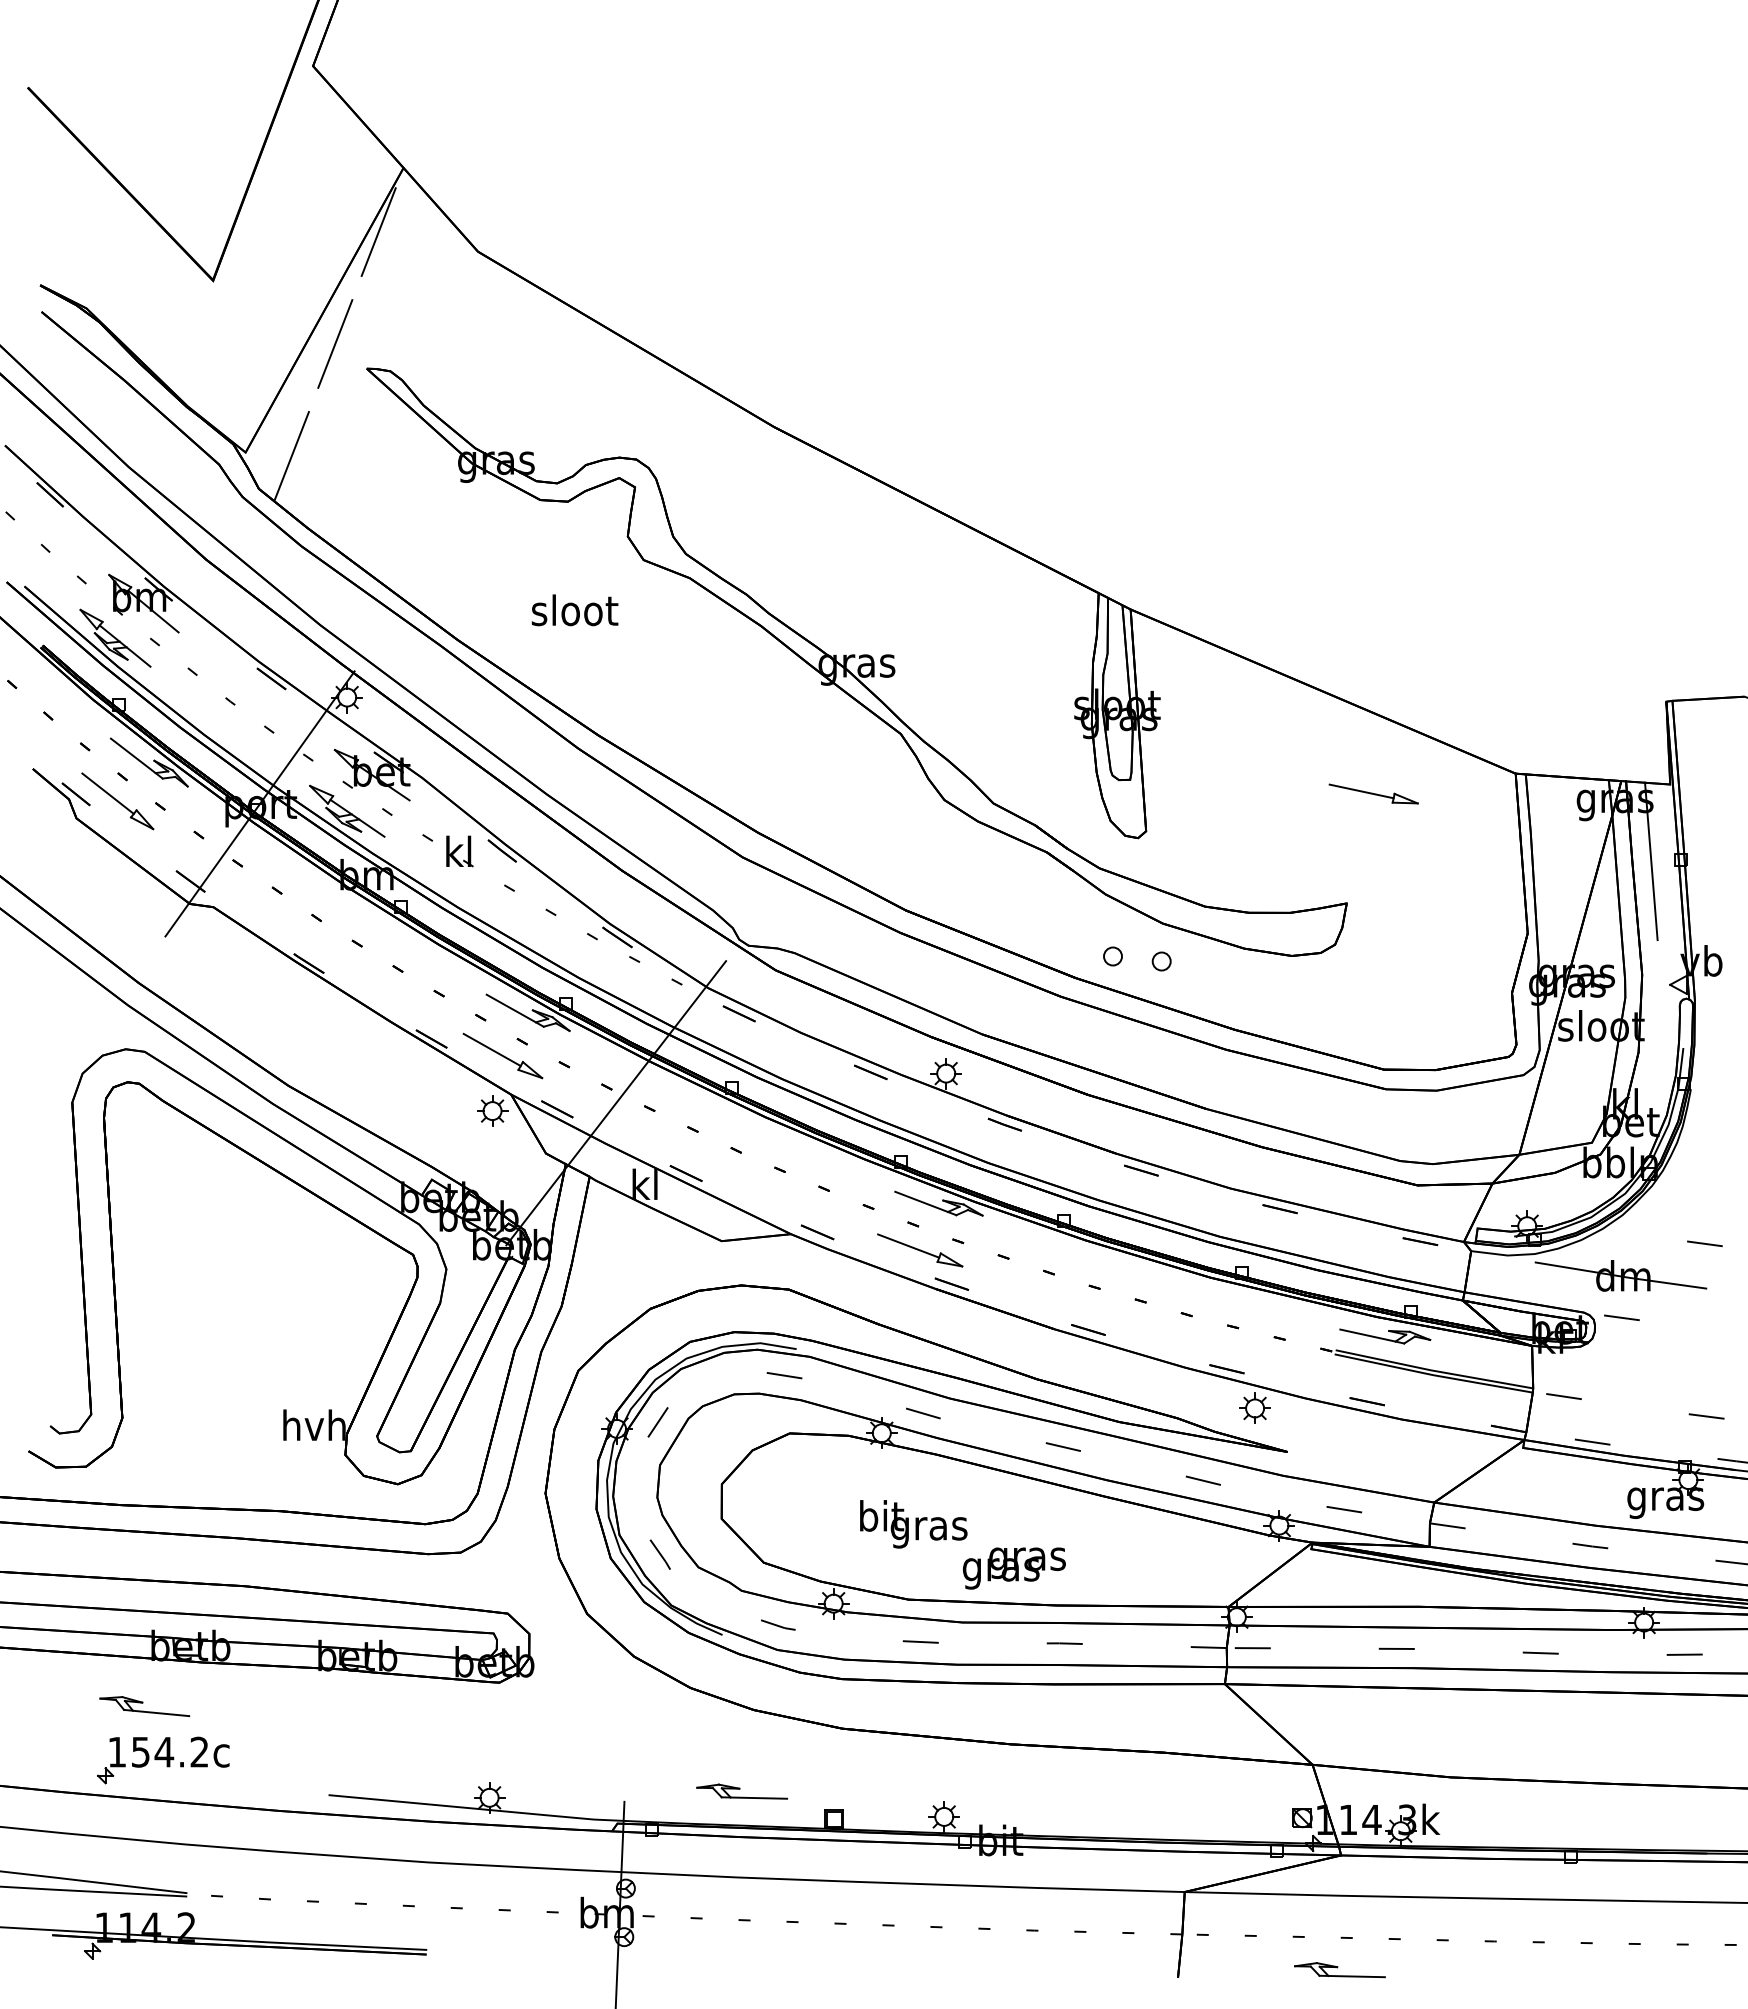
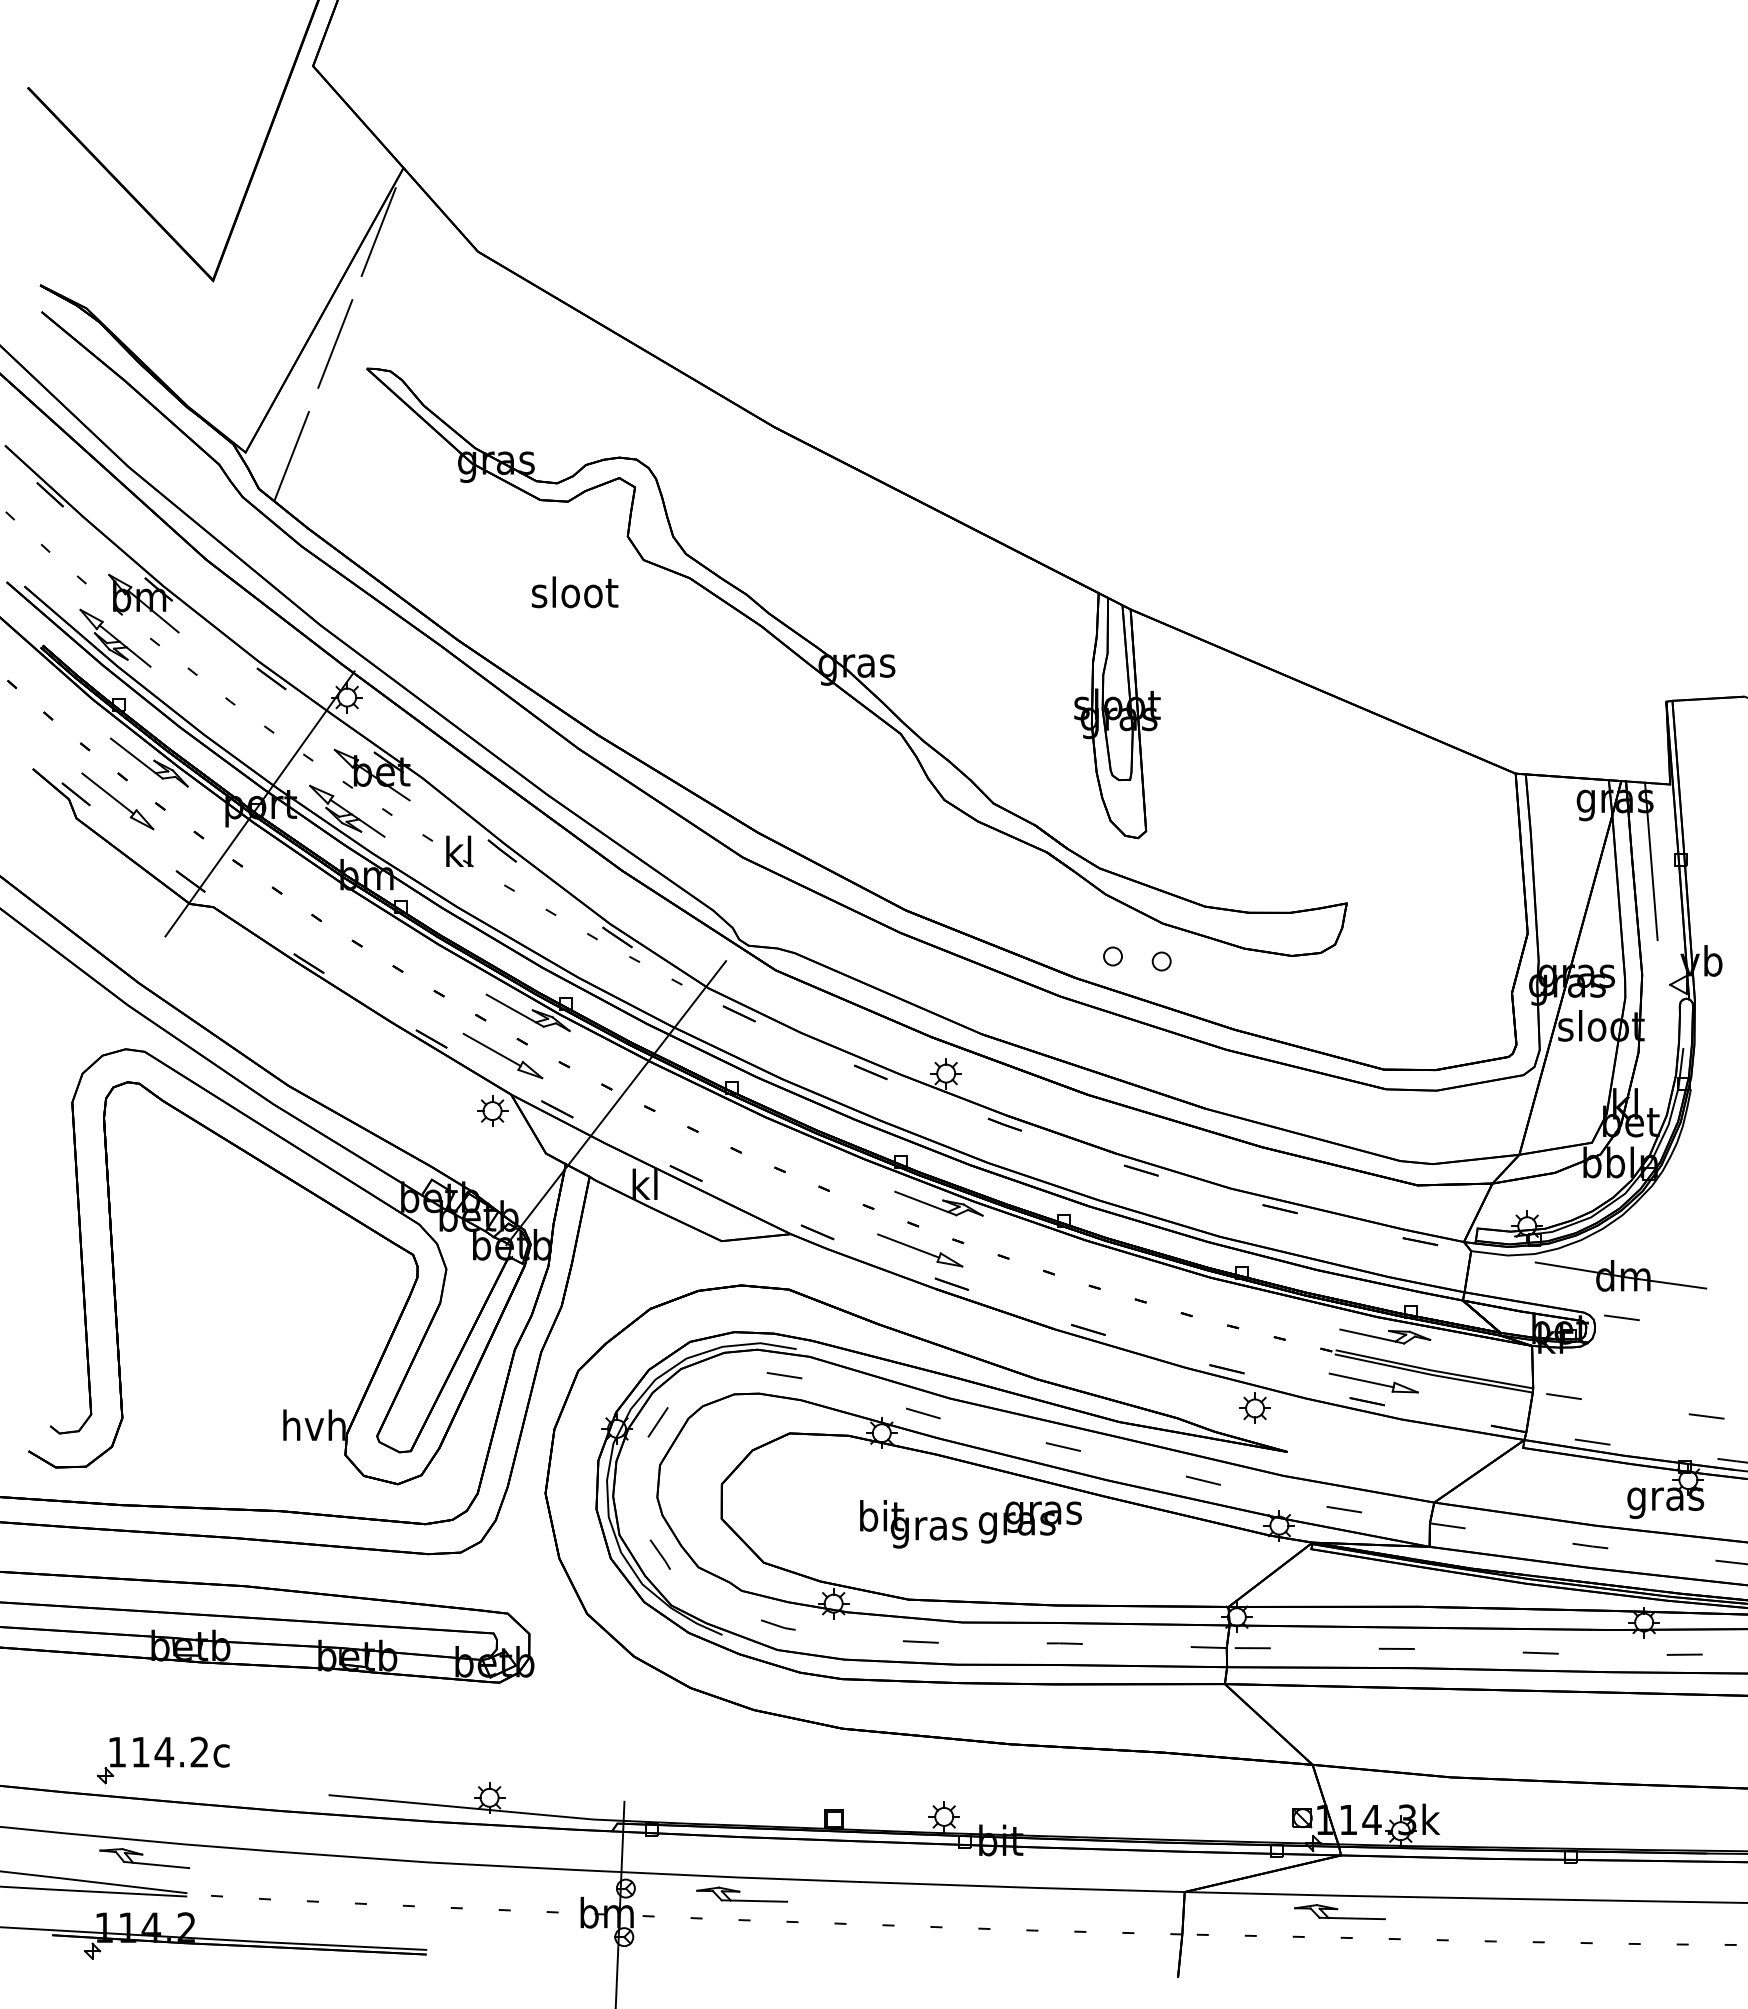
text at (574, 610) position: (574, 610) -> (574, 592)
part at (1373, 793) position: (1373, 793) -> (1373, 1382)
line at (1704, 1243): present -> none
text at (1013, 1568) position: (1013, 1568) -> (1029, 1522)
part at (144, 1706) position: (144, 1706) -> (144, 1858)
text at (140, 1752): 154.2c -> 114.2c
part at (741, 1791) position: (741, 1791) -> (741, 1894)
part at (1339, 1970) position: (1339, 1970) -> (1339, 1912)
